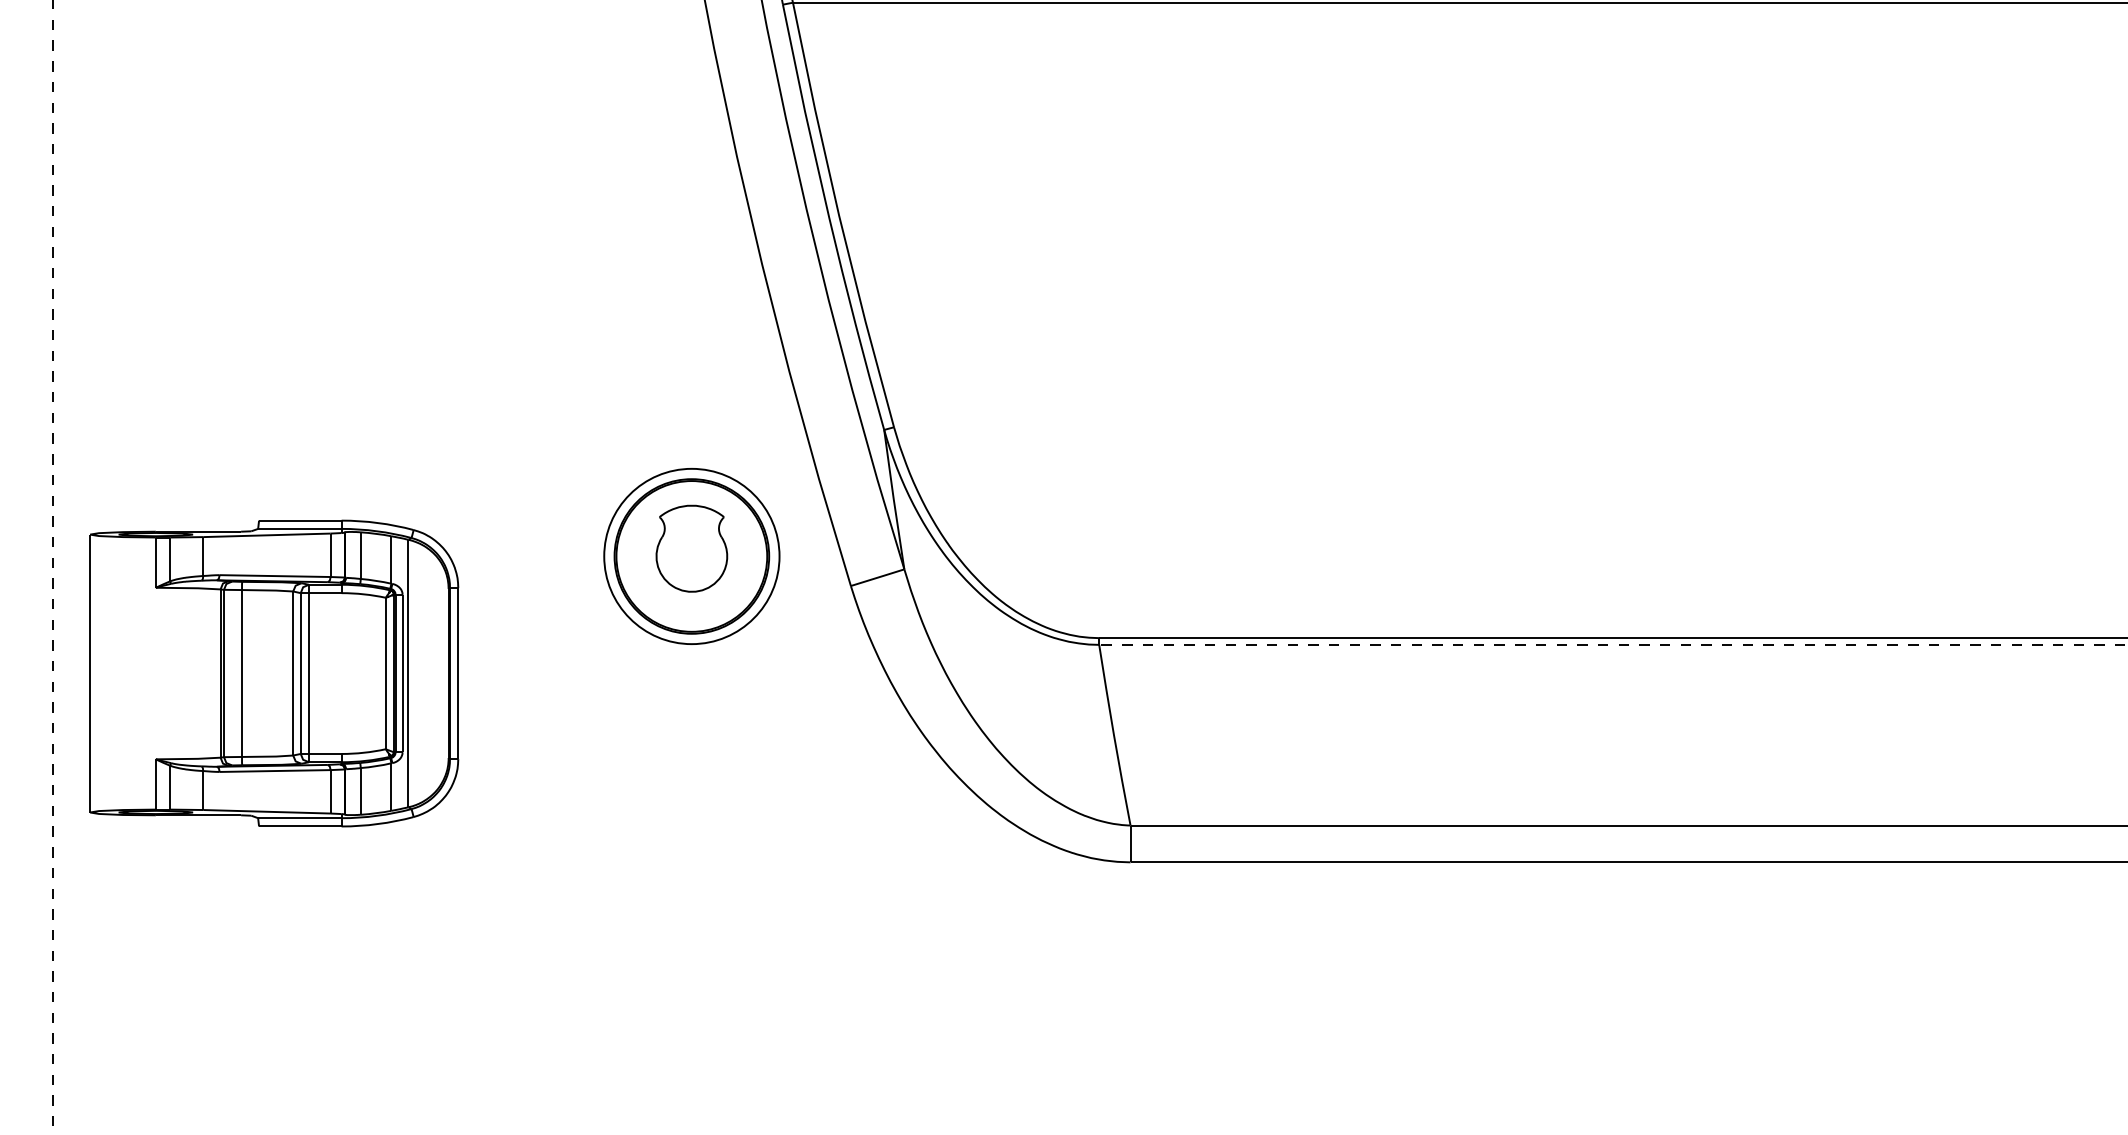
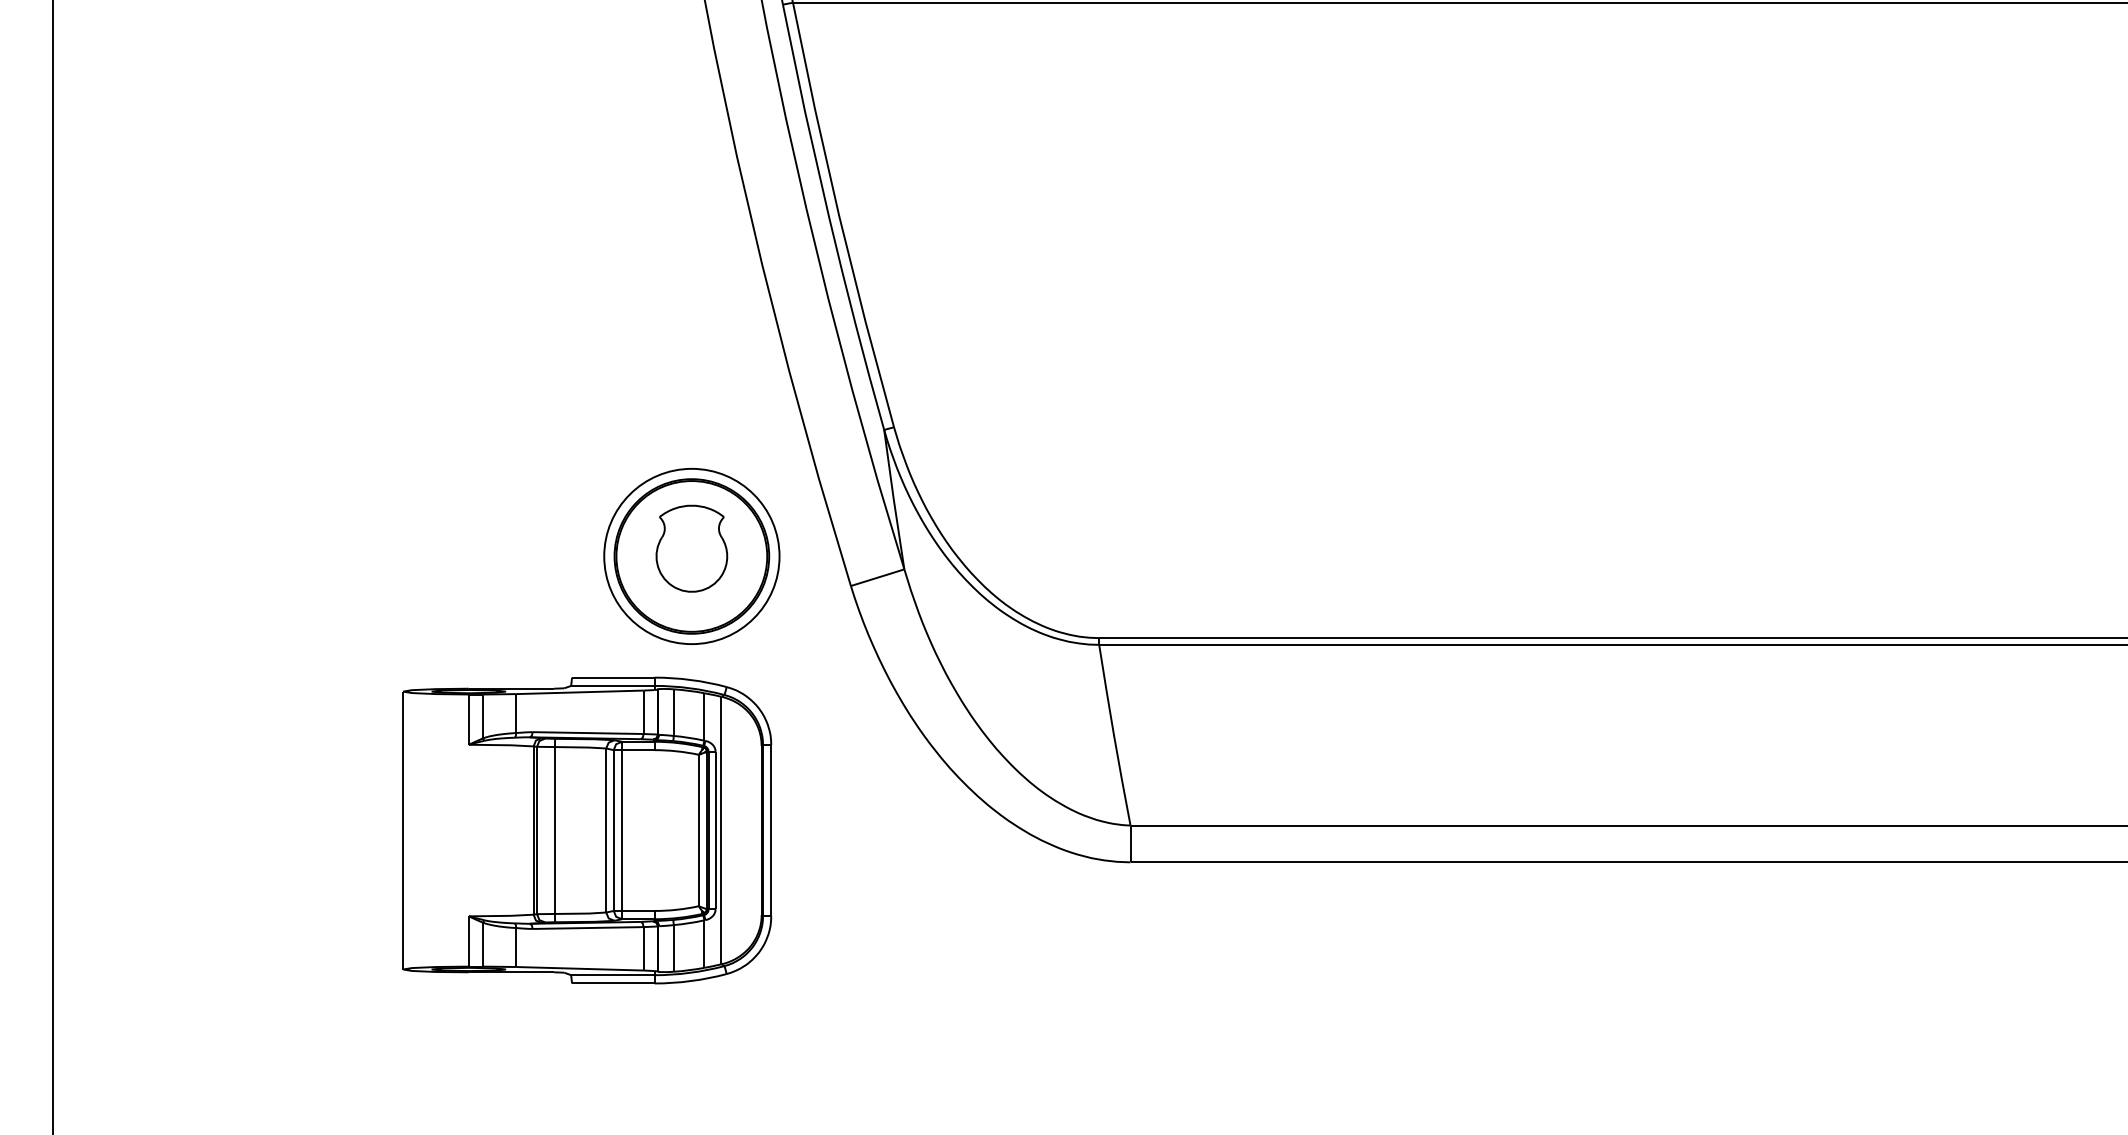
line at (52, 567): dashed -> solid
line at (1613, 644): dashed -> solid
part at (274, 673) position: (274, 673) -> (587, 830)
